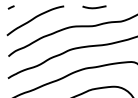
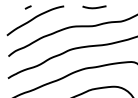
line at (10, 7) position: (10, 7) -> (27, 7)
